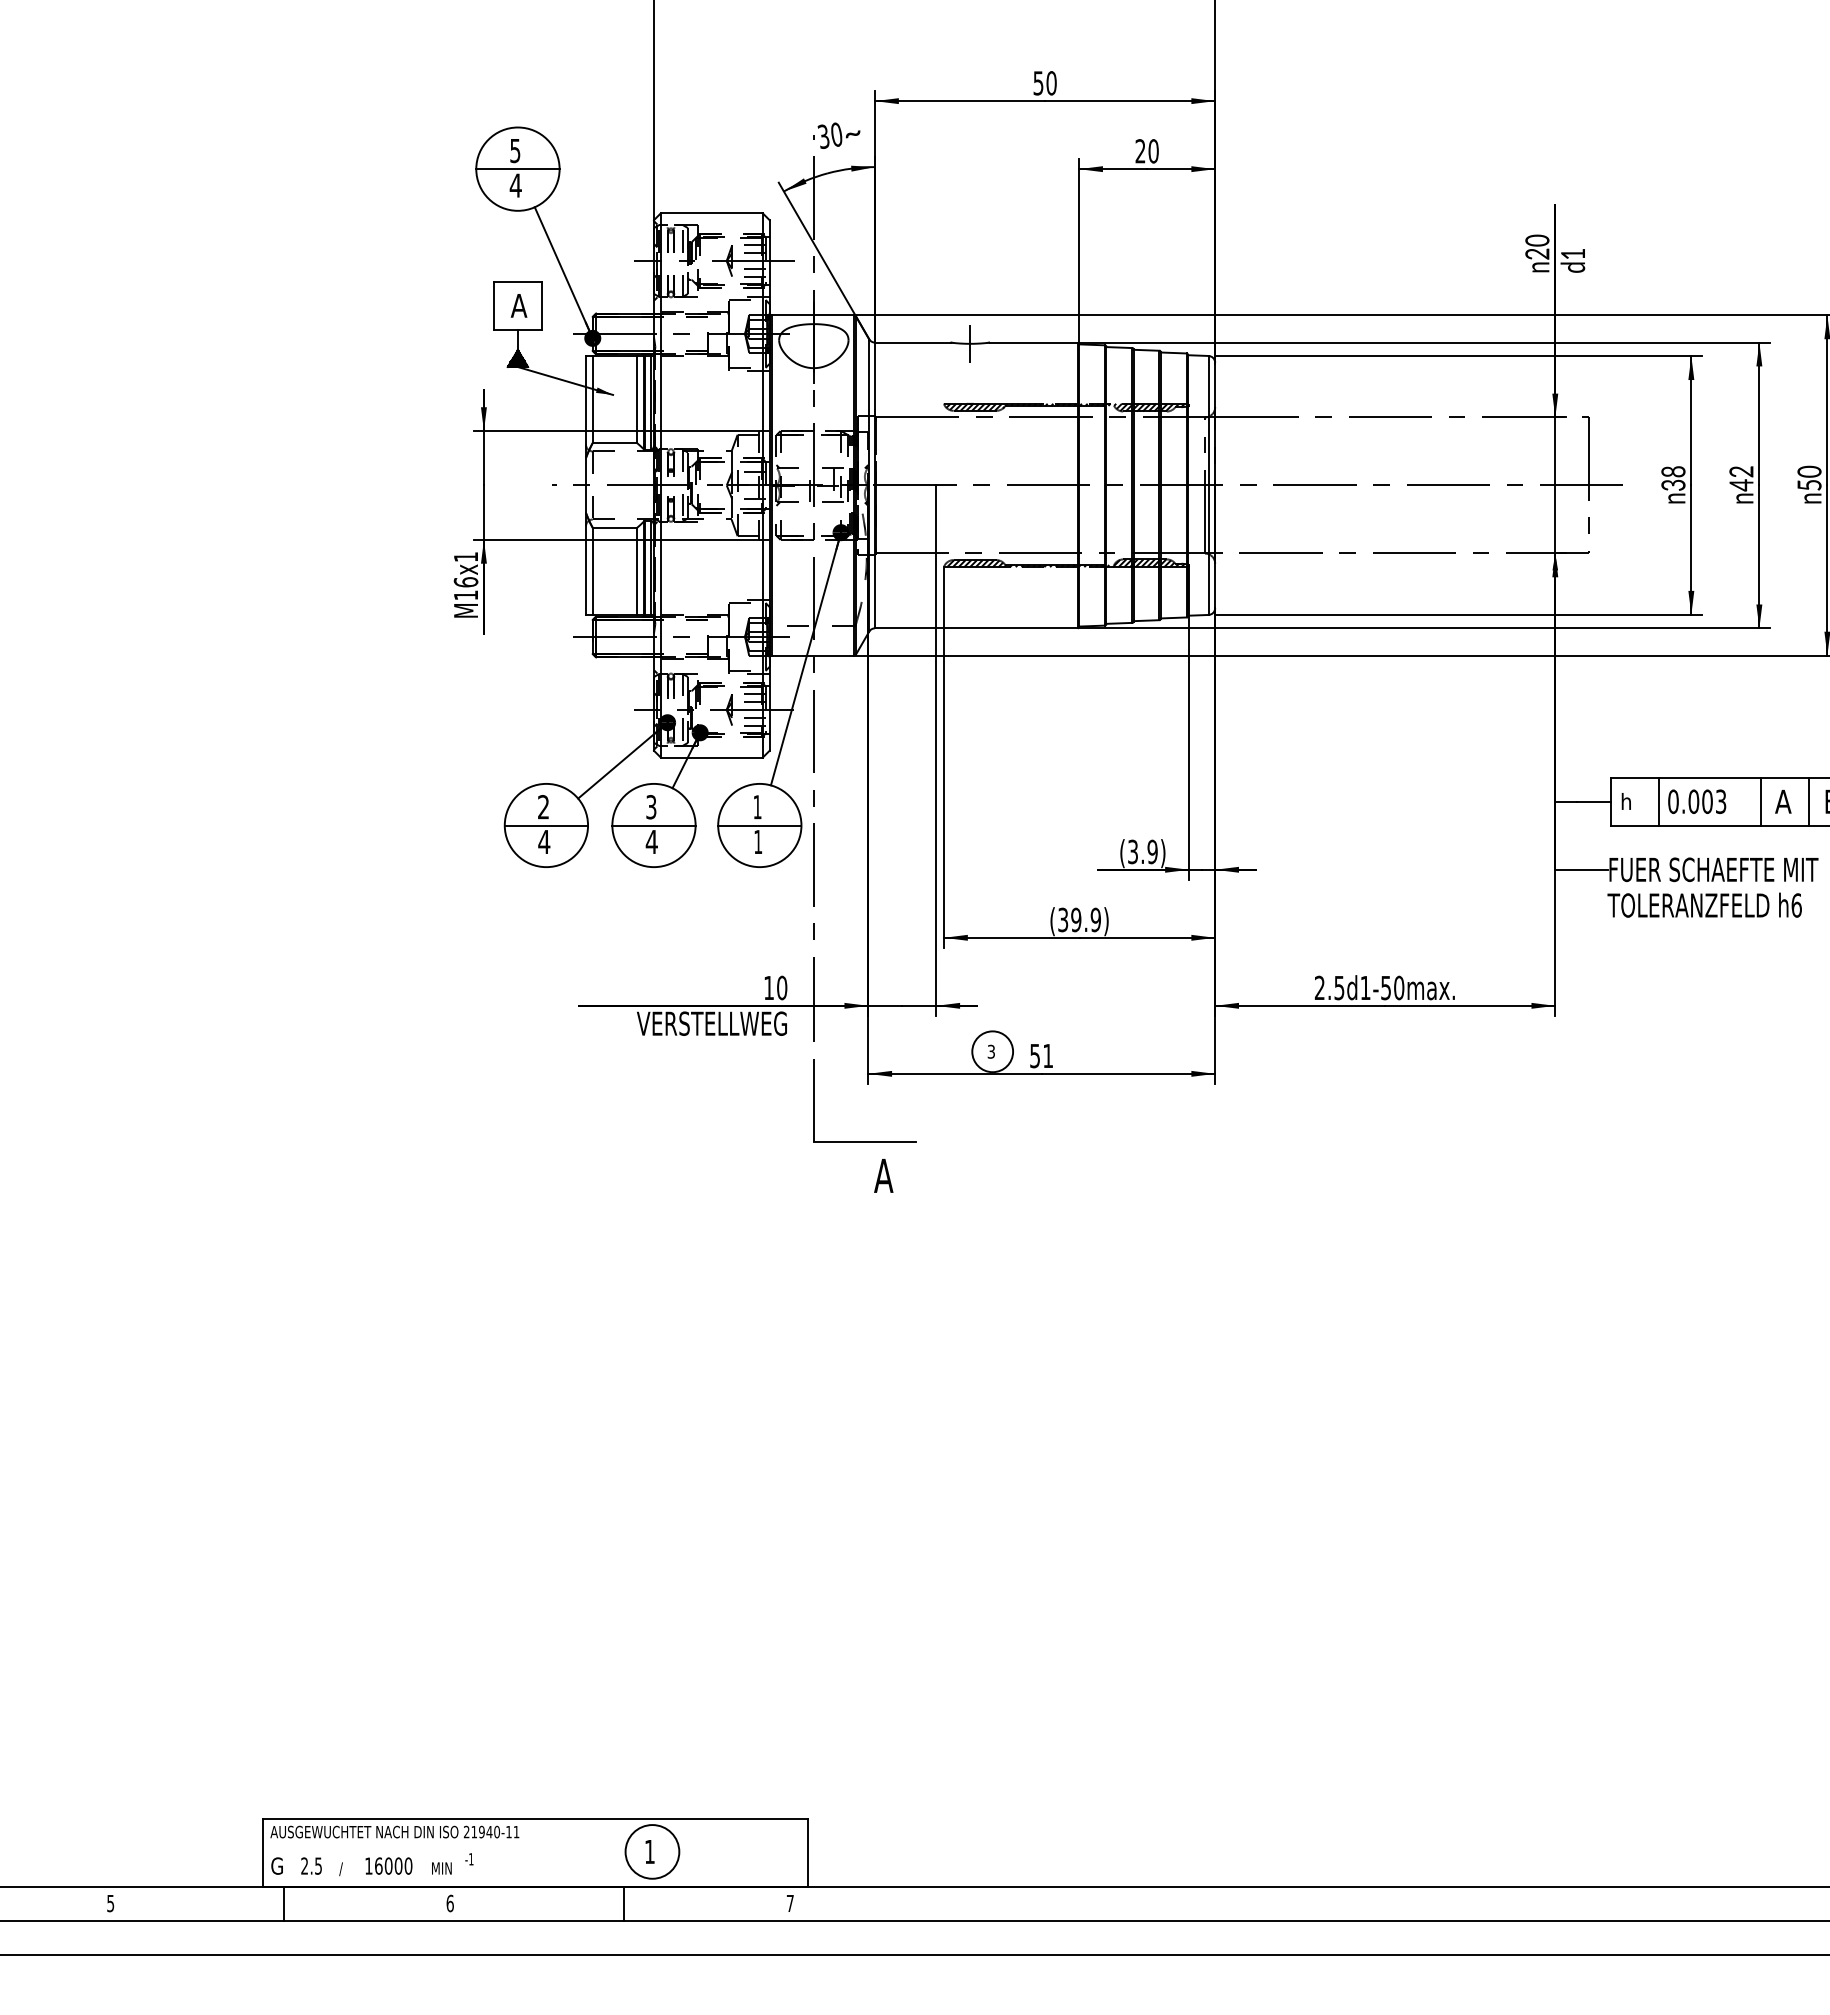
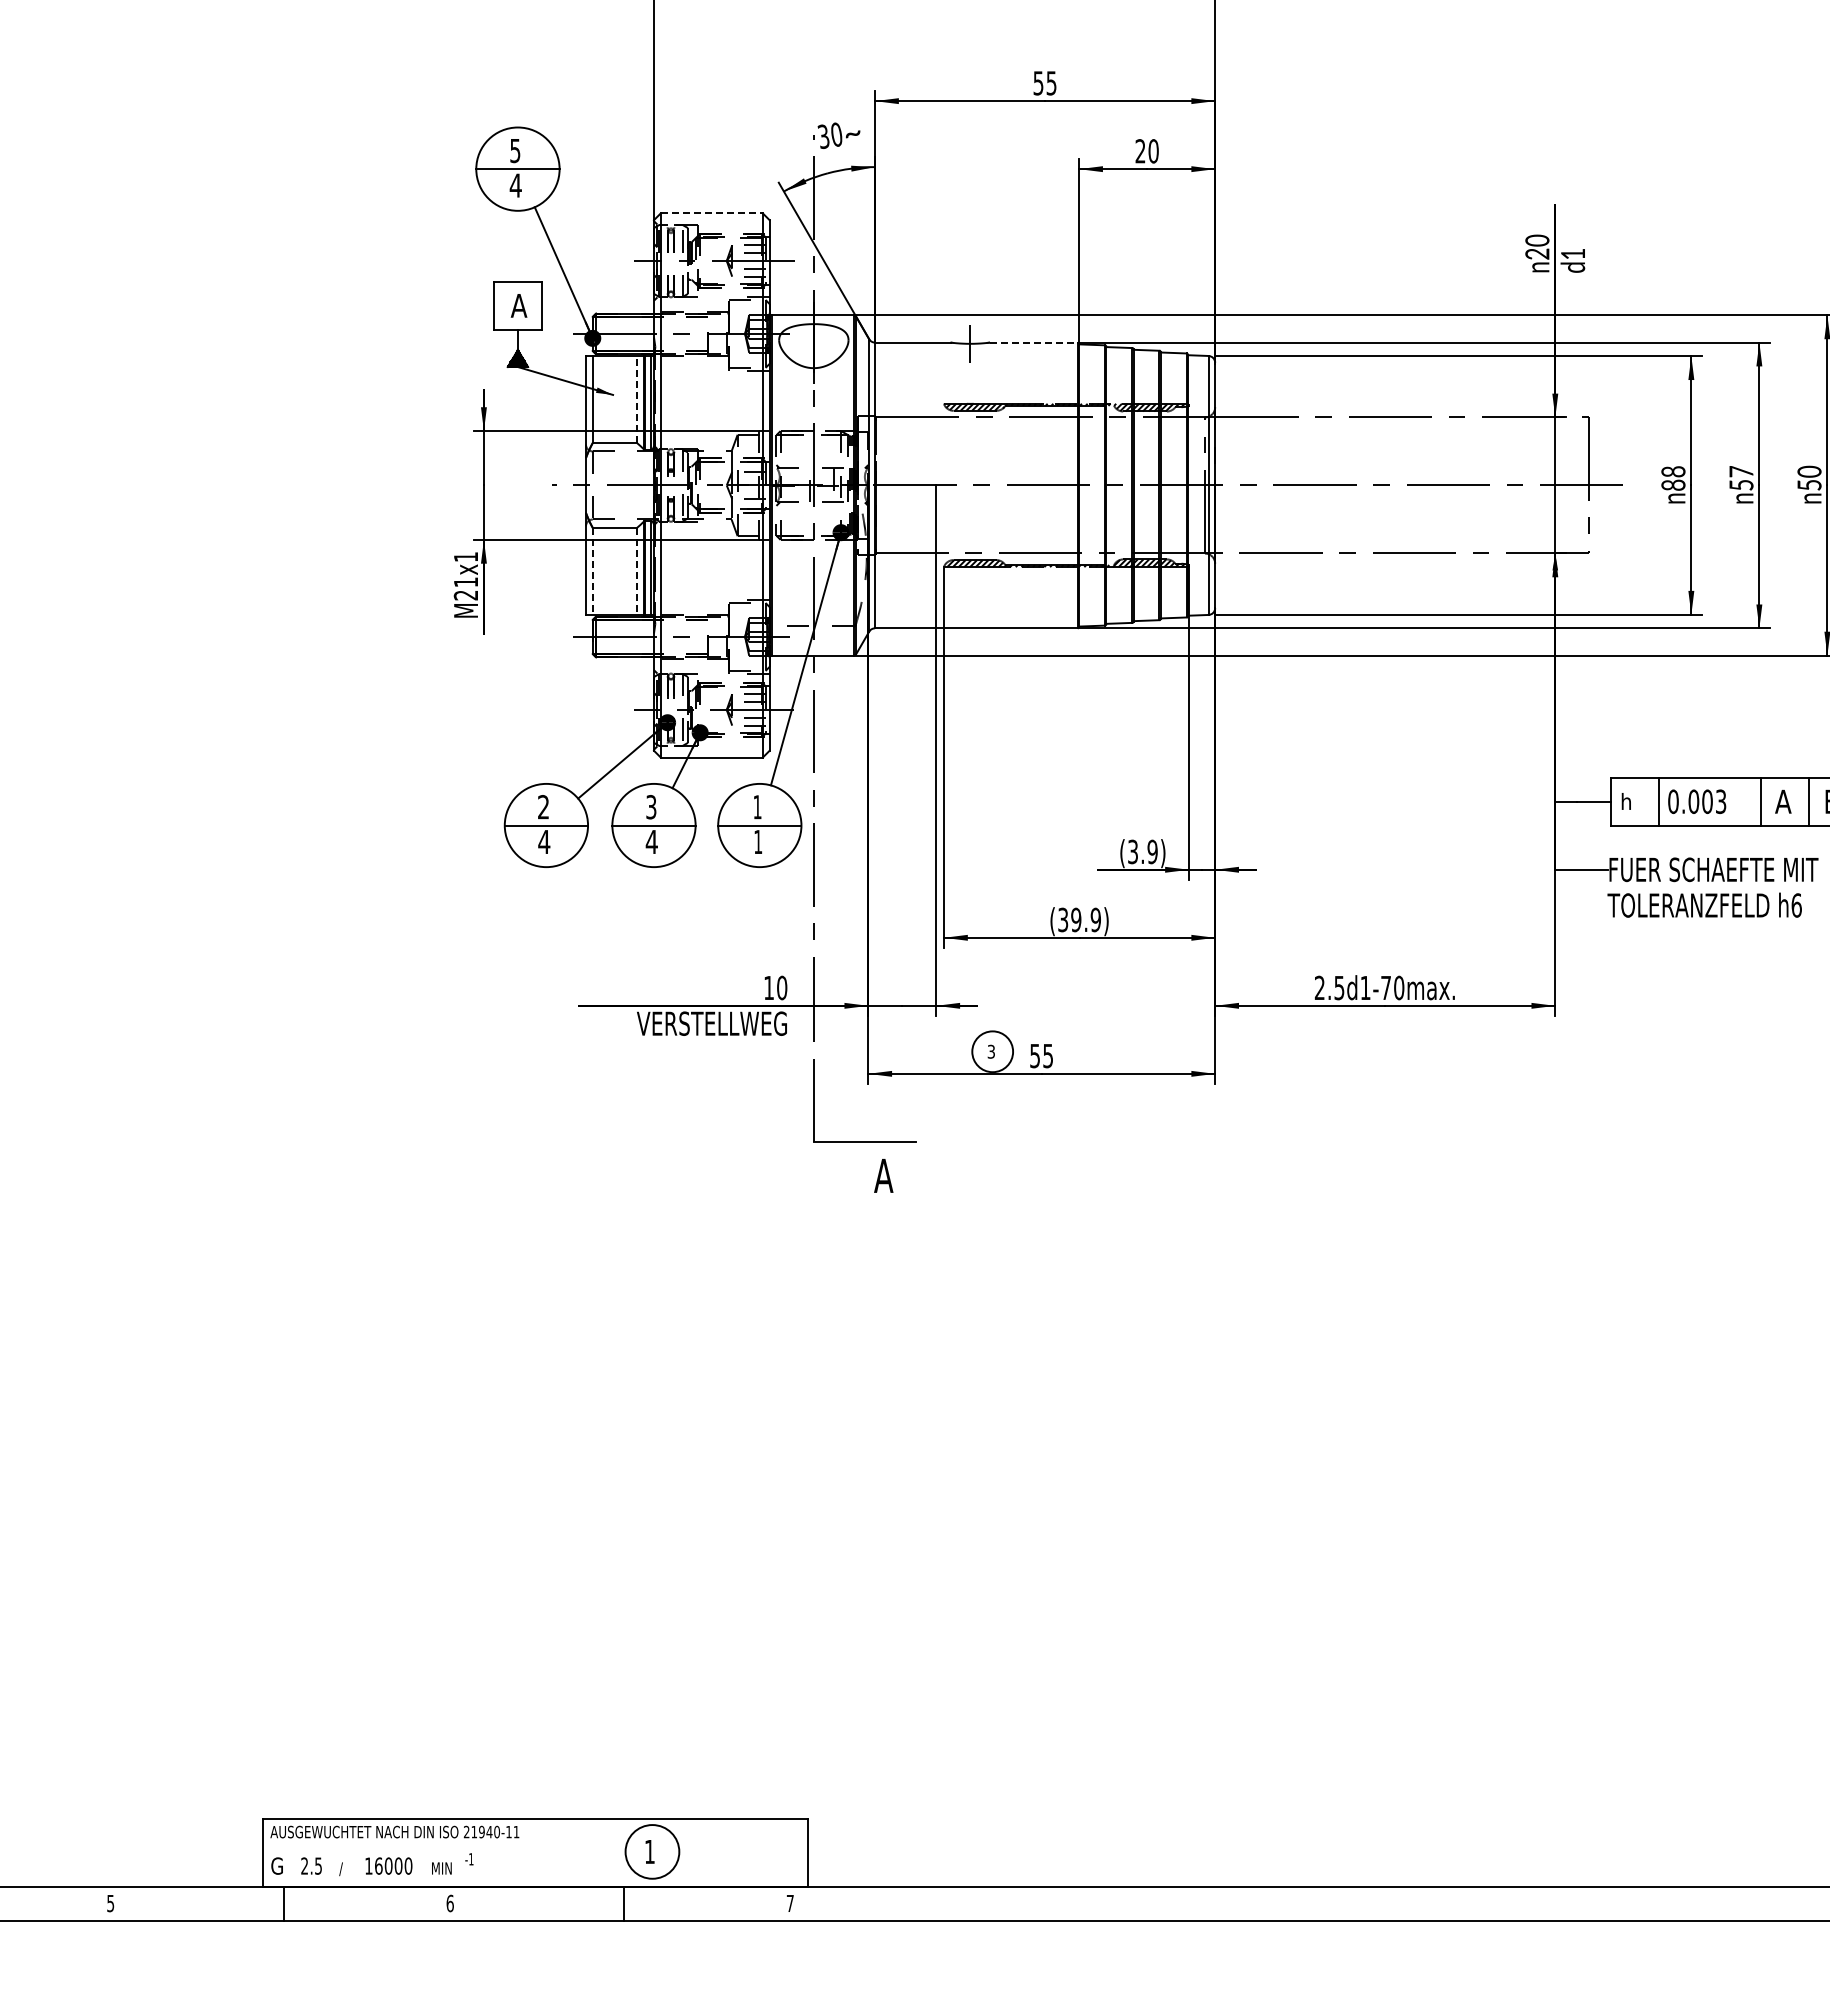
text at (1051, 83): 50 -> 55
line at (712, 213): solid -> dashed
line at (1033, 342): solid -> dashed
line at (636, 399): solid -> dashed
text at (1741, 478): 42 -> 57
text at (1673, 484): 38 -> 88
line at (592, 571): solid -> dashed
line at (636, 571): solid -> dashed
text at (465, 588): M16x1 -> M21x1
text at (1385, 988): 2.5d1-50max. -> 2.5d1-70max.
text at (1047, 1056): 51 -> 55
line at (914, 1954): present -> none
